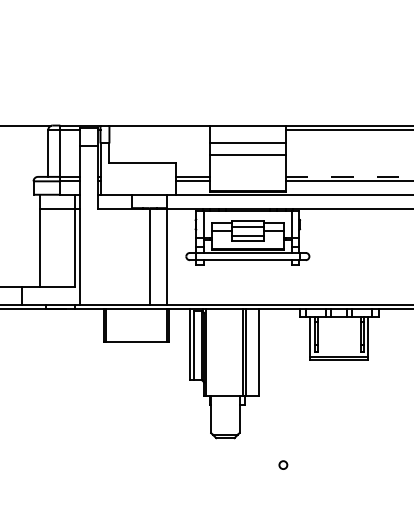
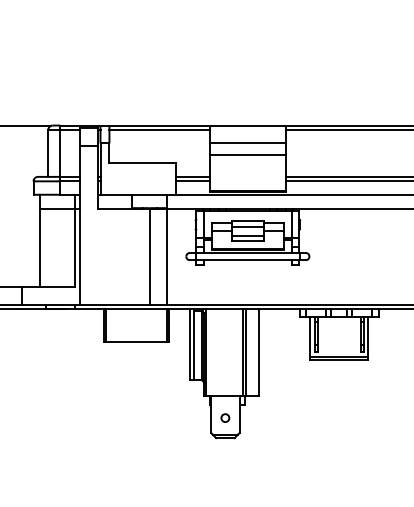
line at (159, 130): none -> present
line at (349, 176): dashed -> solid
circle at (283, 464) position: (283, 464) -> (225, 417)
